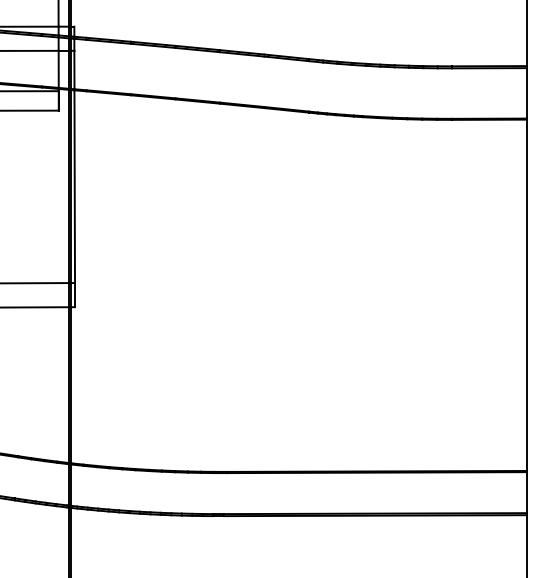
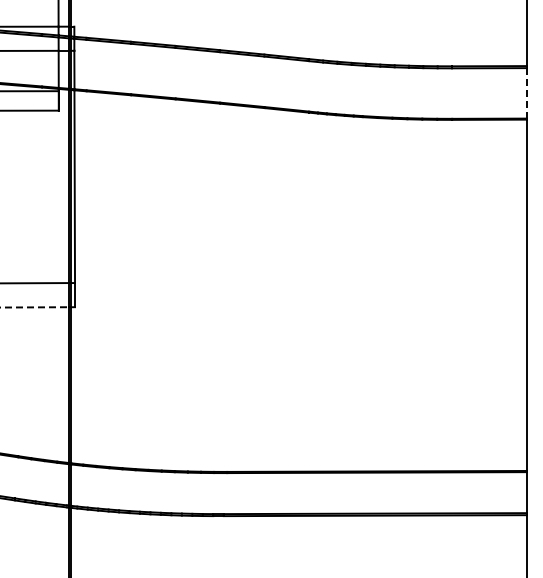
line at (527, 93): solid -> dashed
line at (35, 307): solid -> dashed
